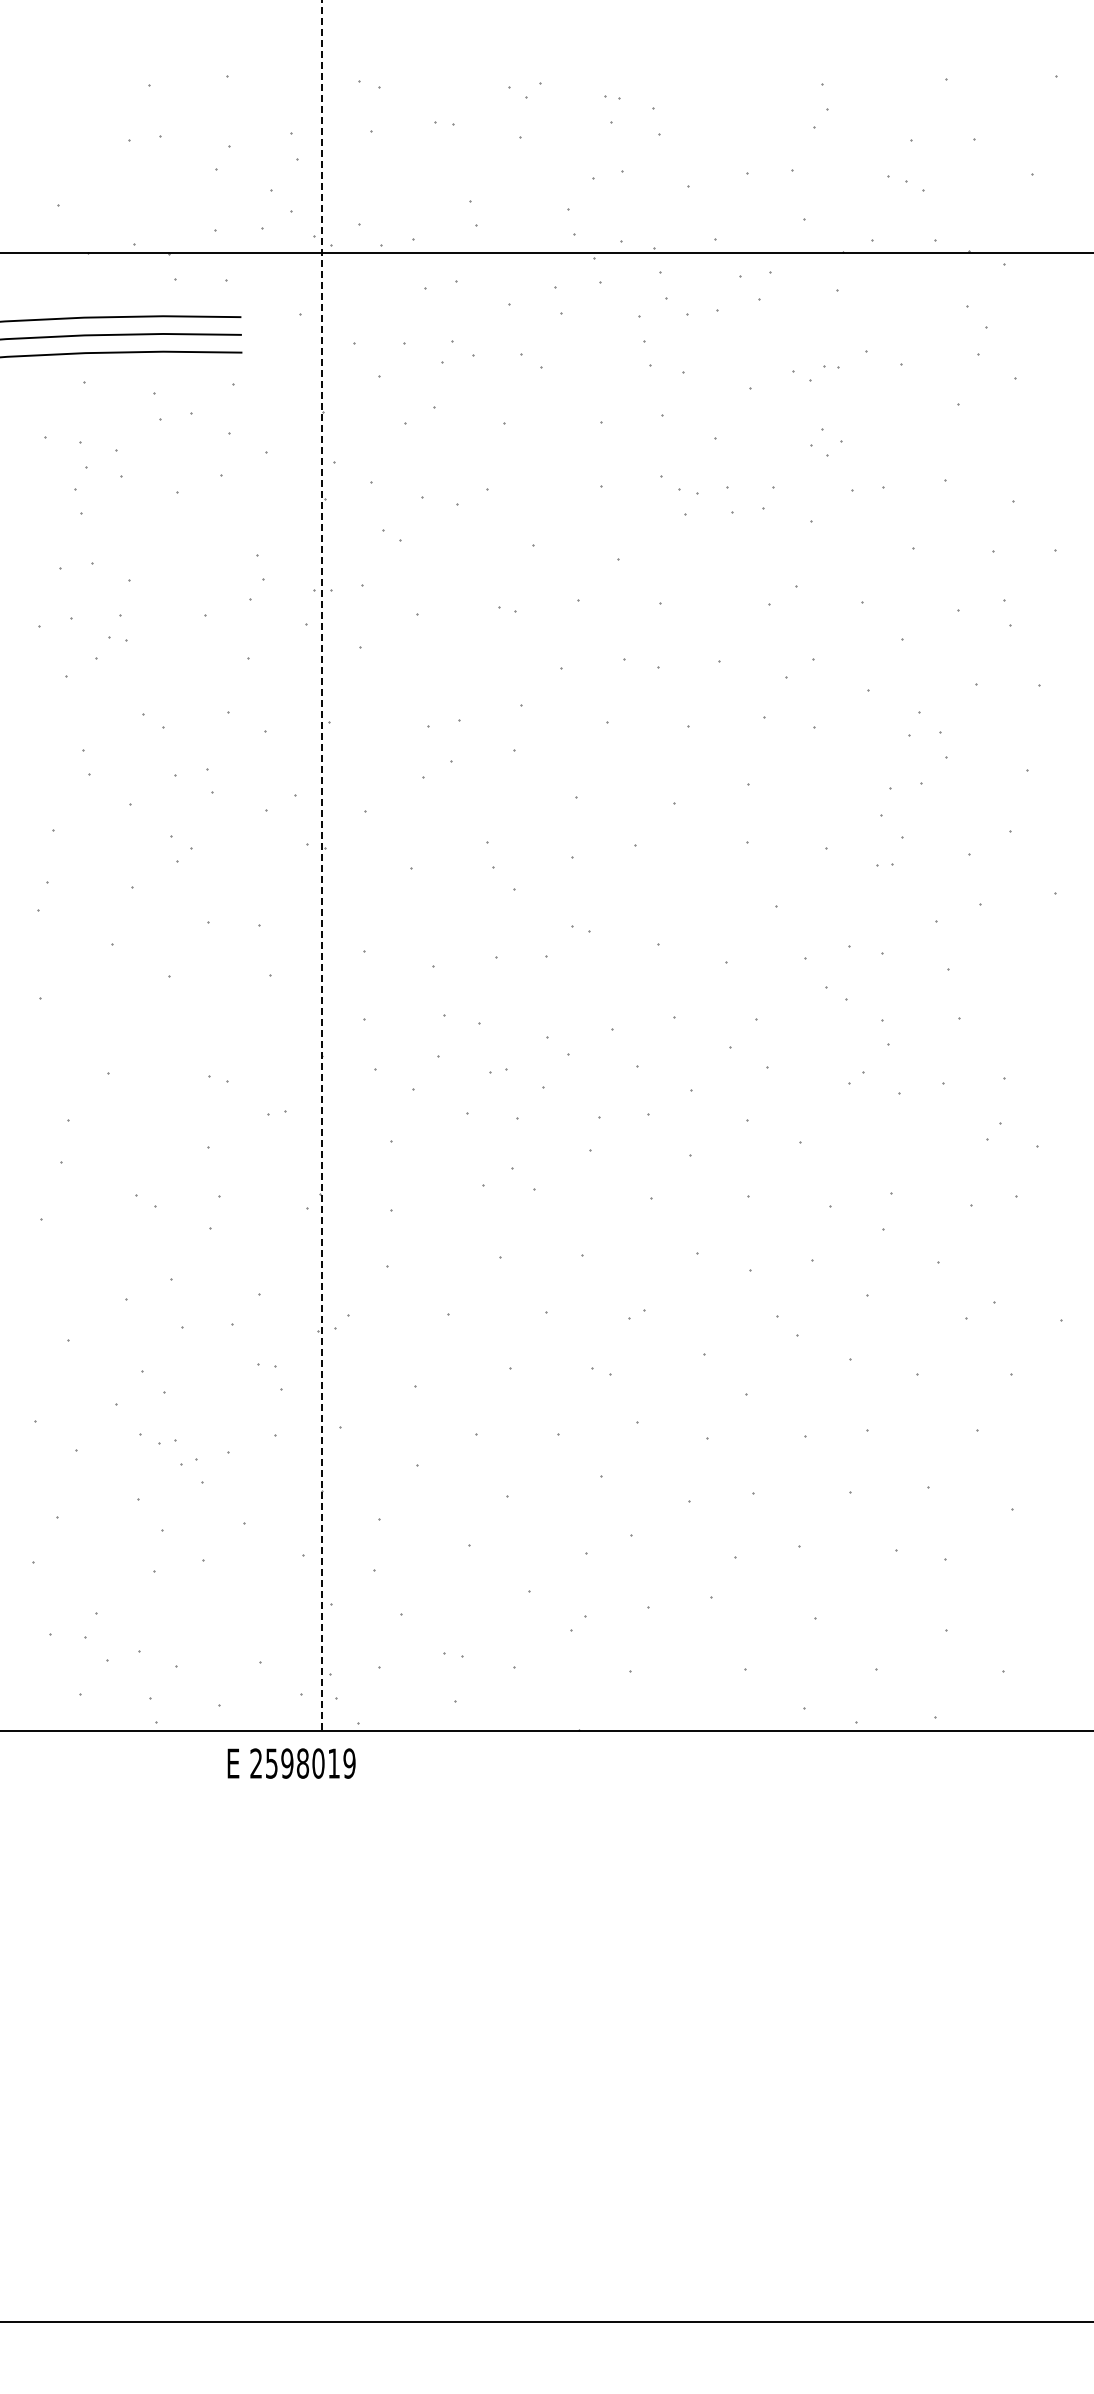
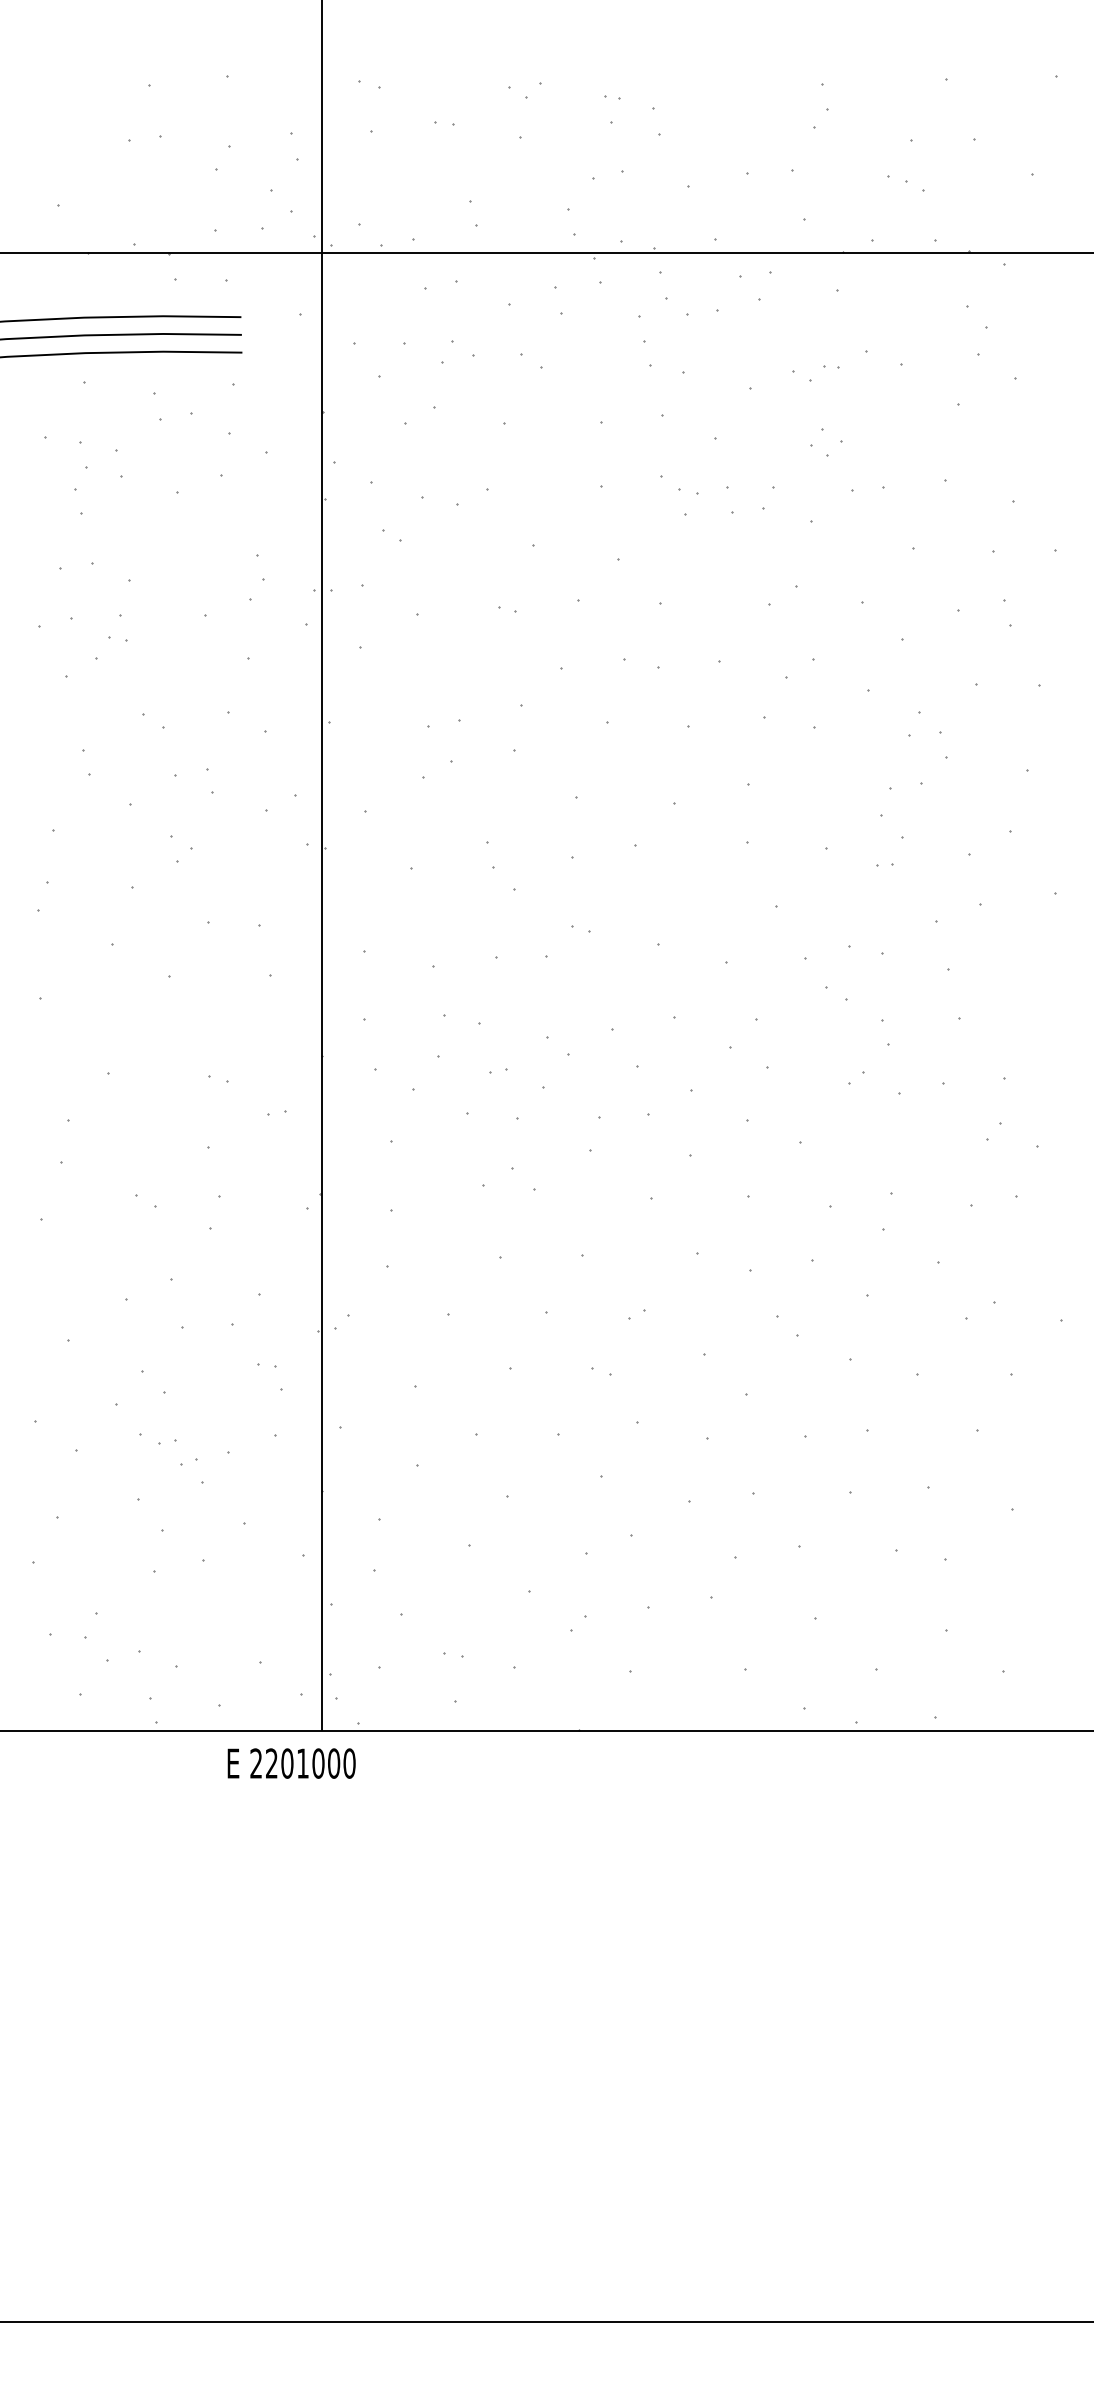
line at (321, 866): dashed -> solid
text at (310, 1763): 2598019 -> 2201000
